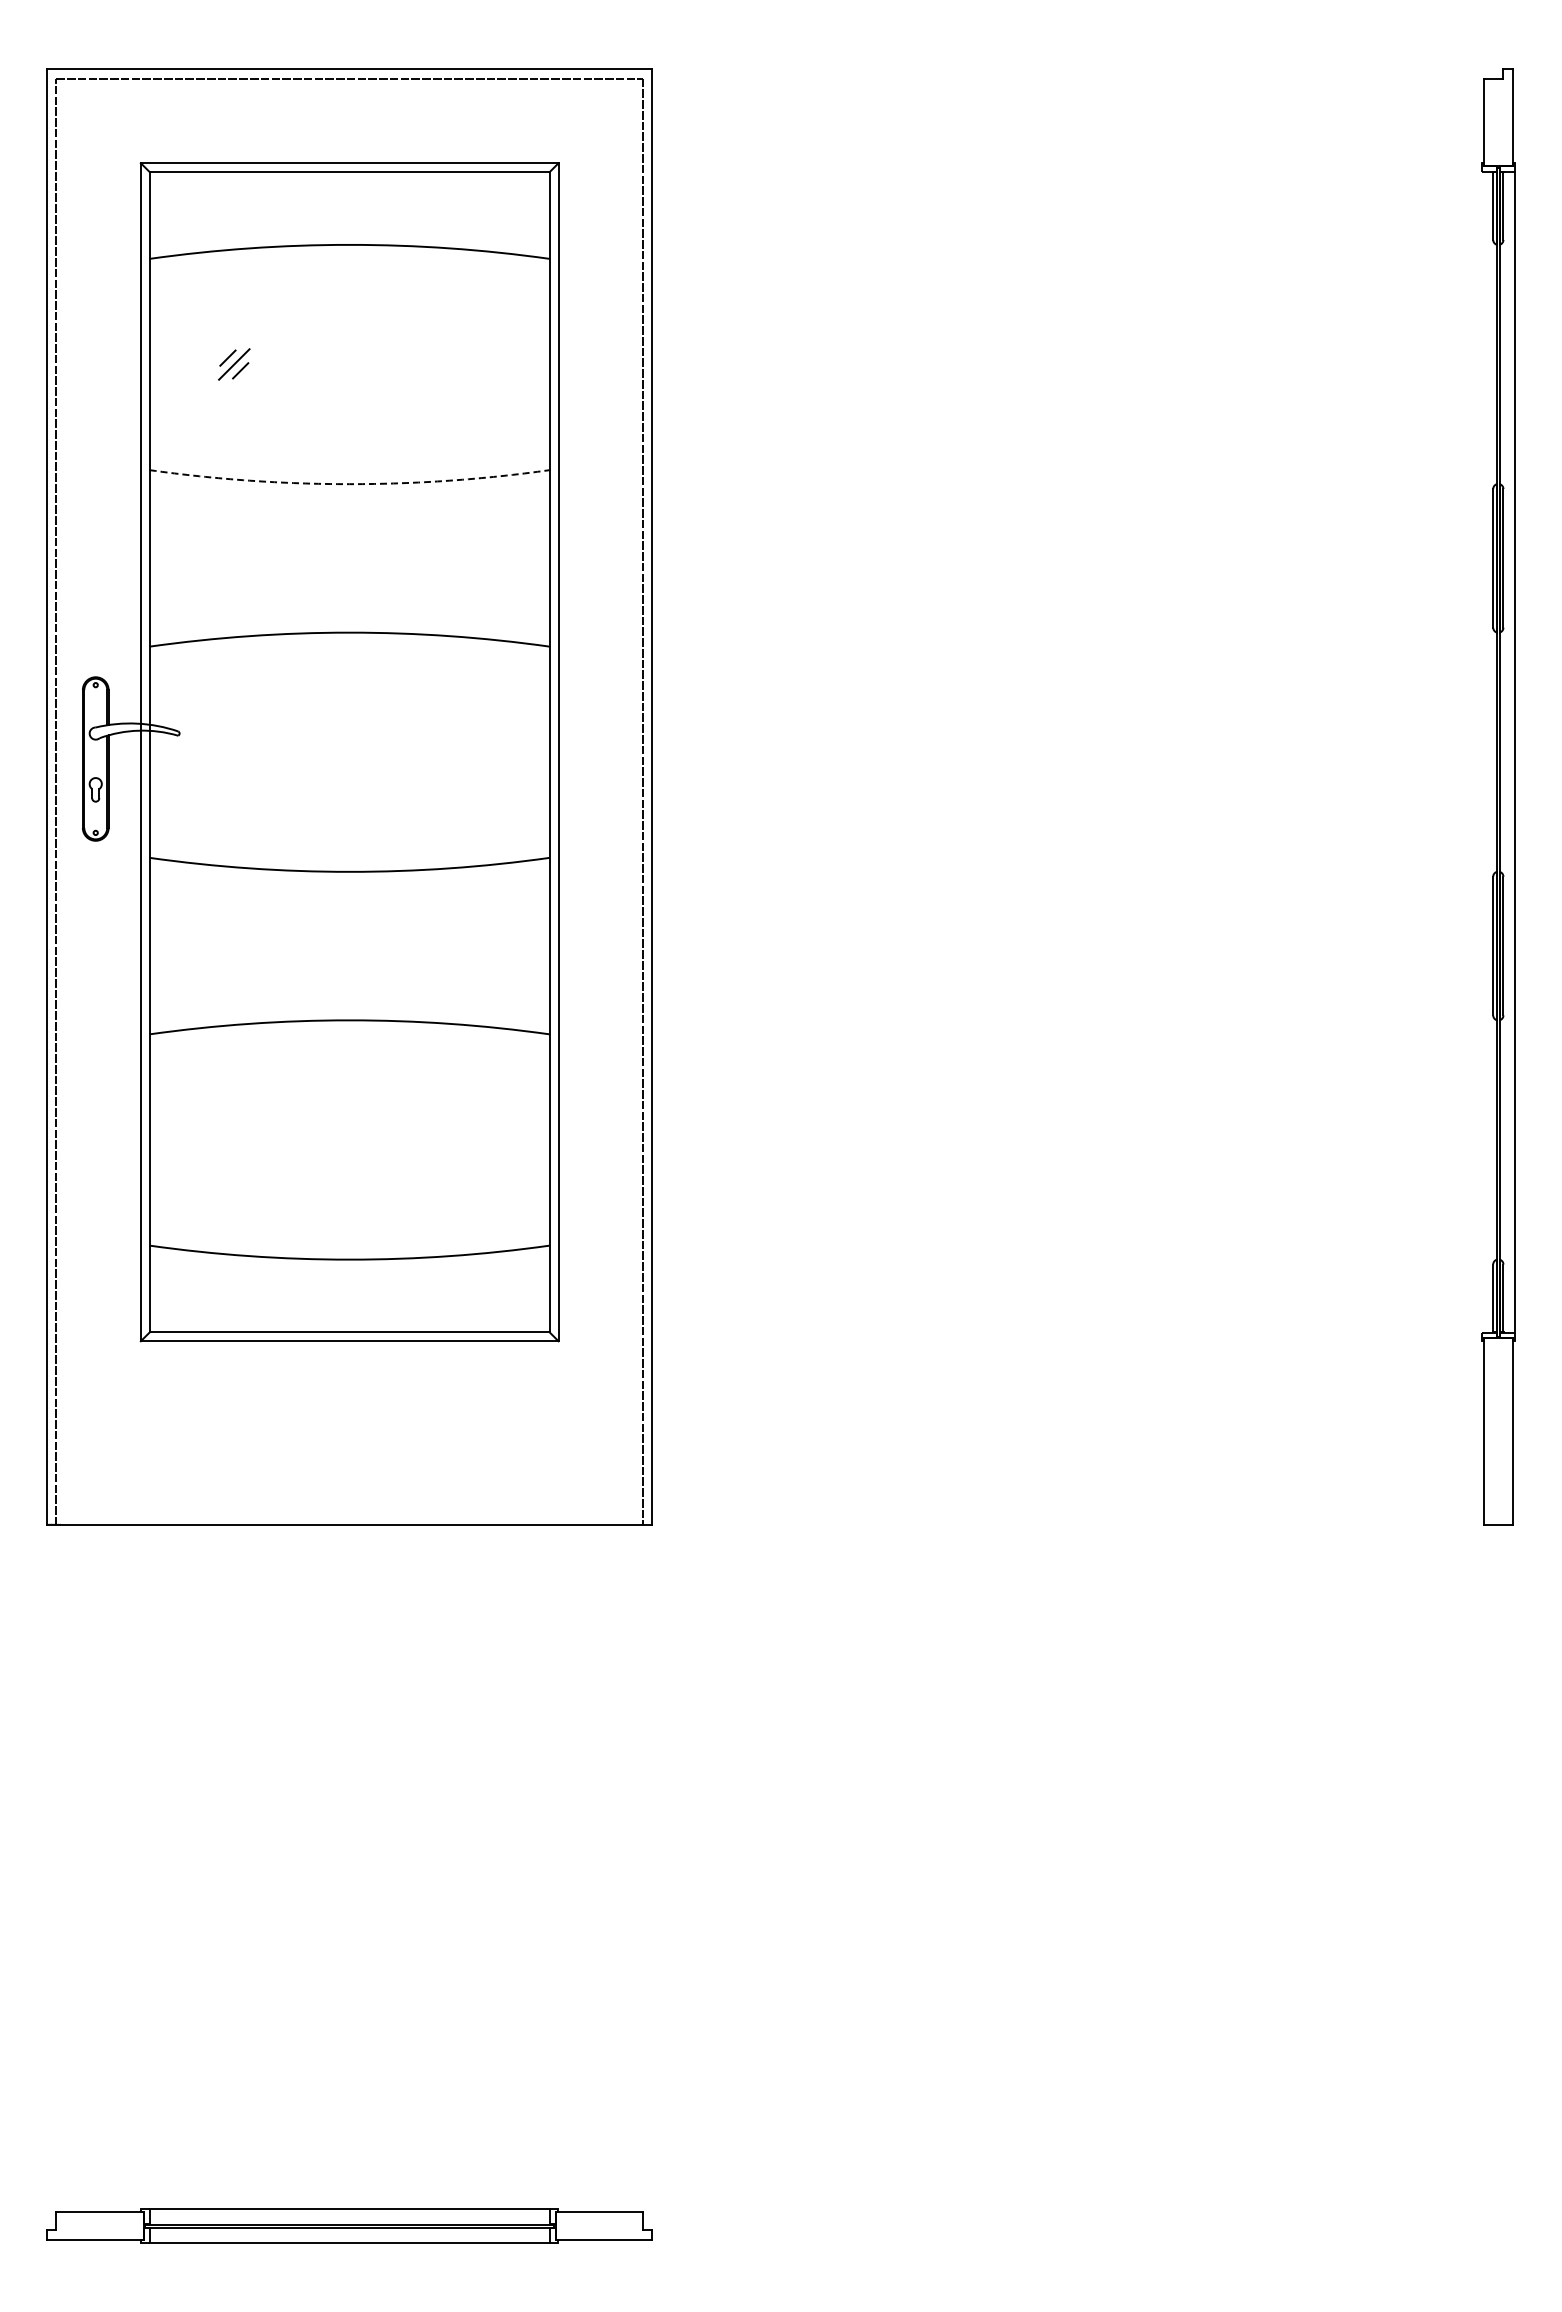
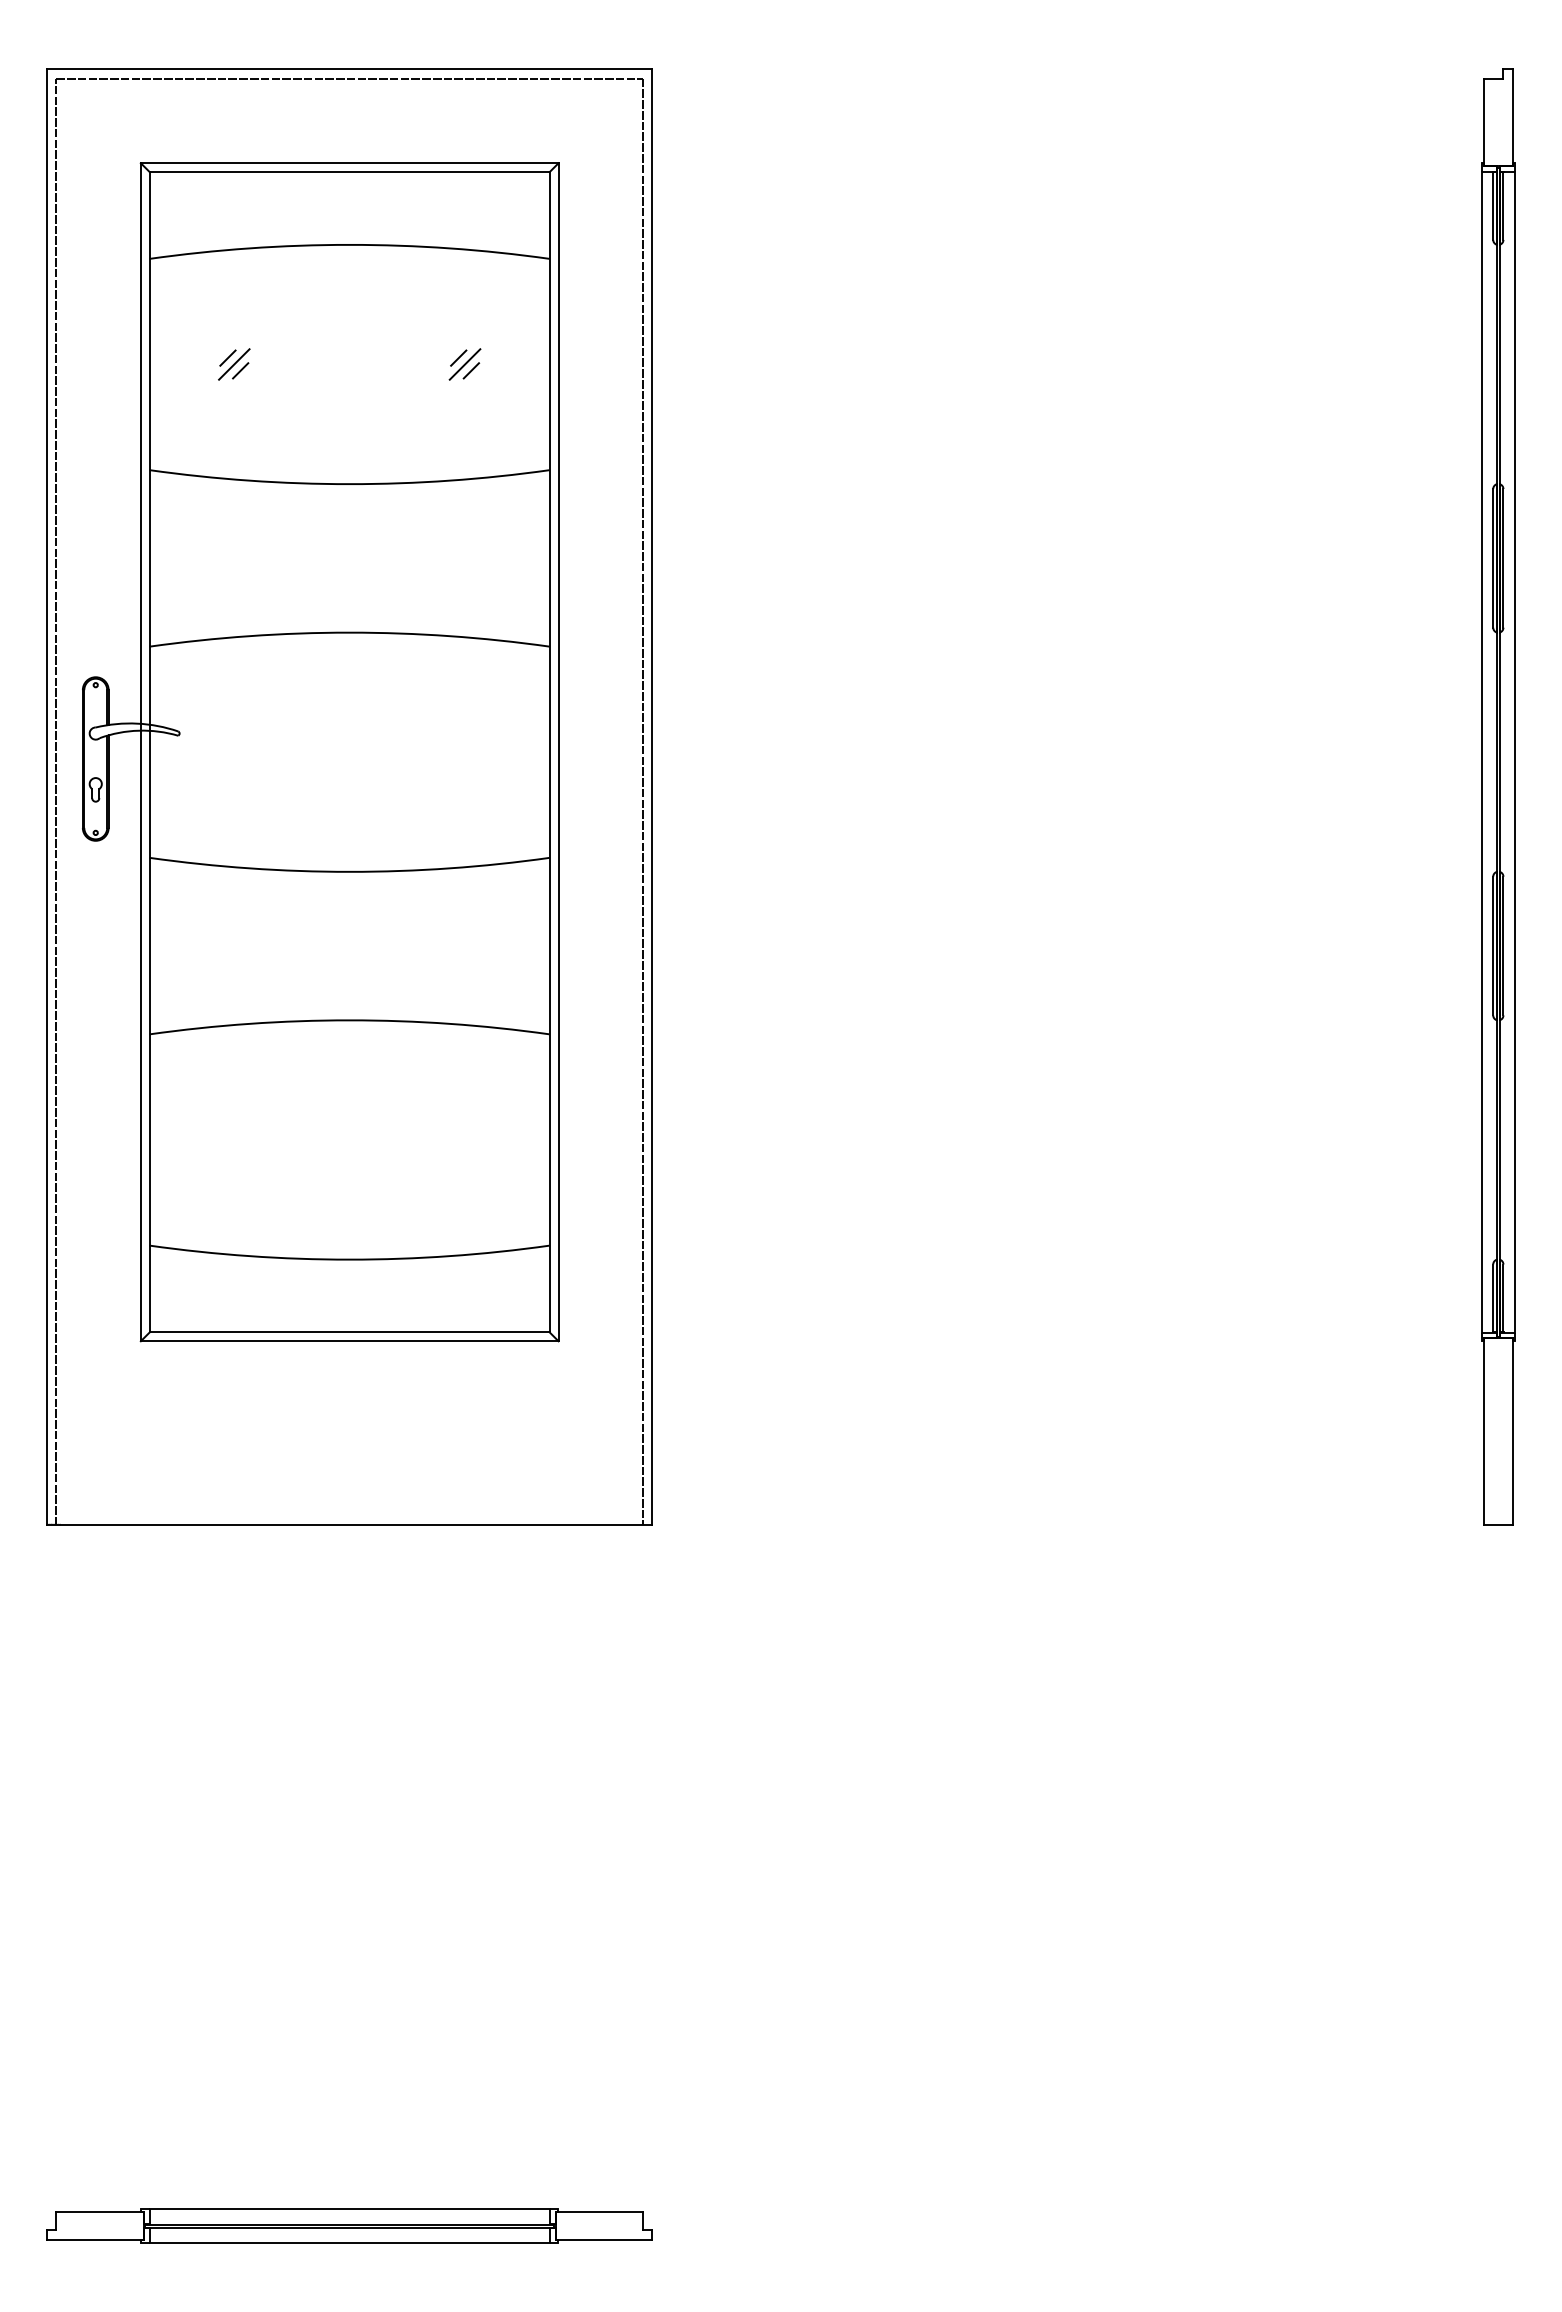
part at (464, 364): none -> present
arc at (349, 484): dashed -> solid
line at (1481, 751): none -> present
